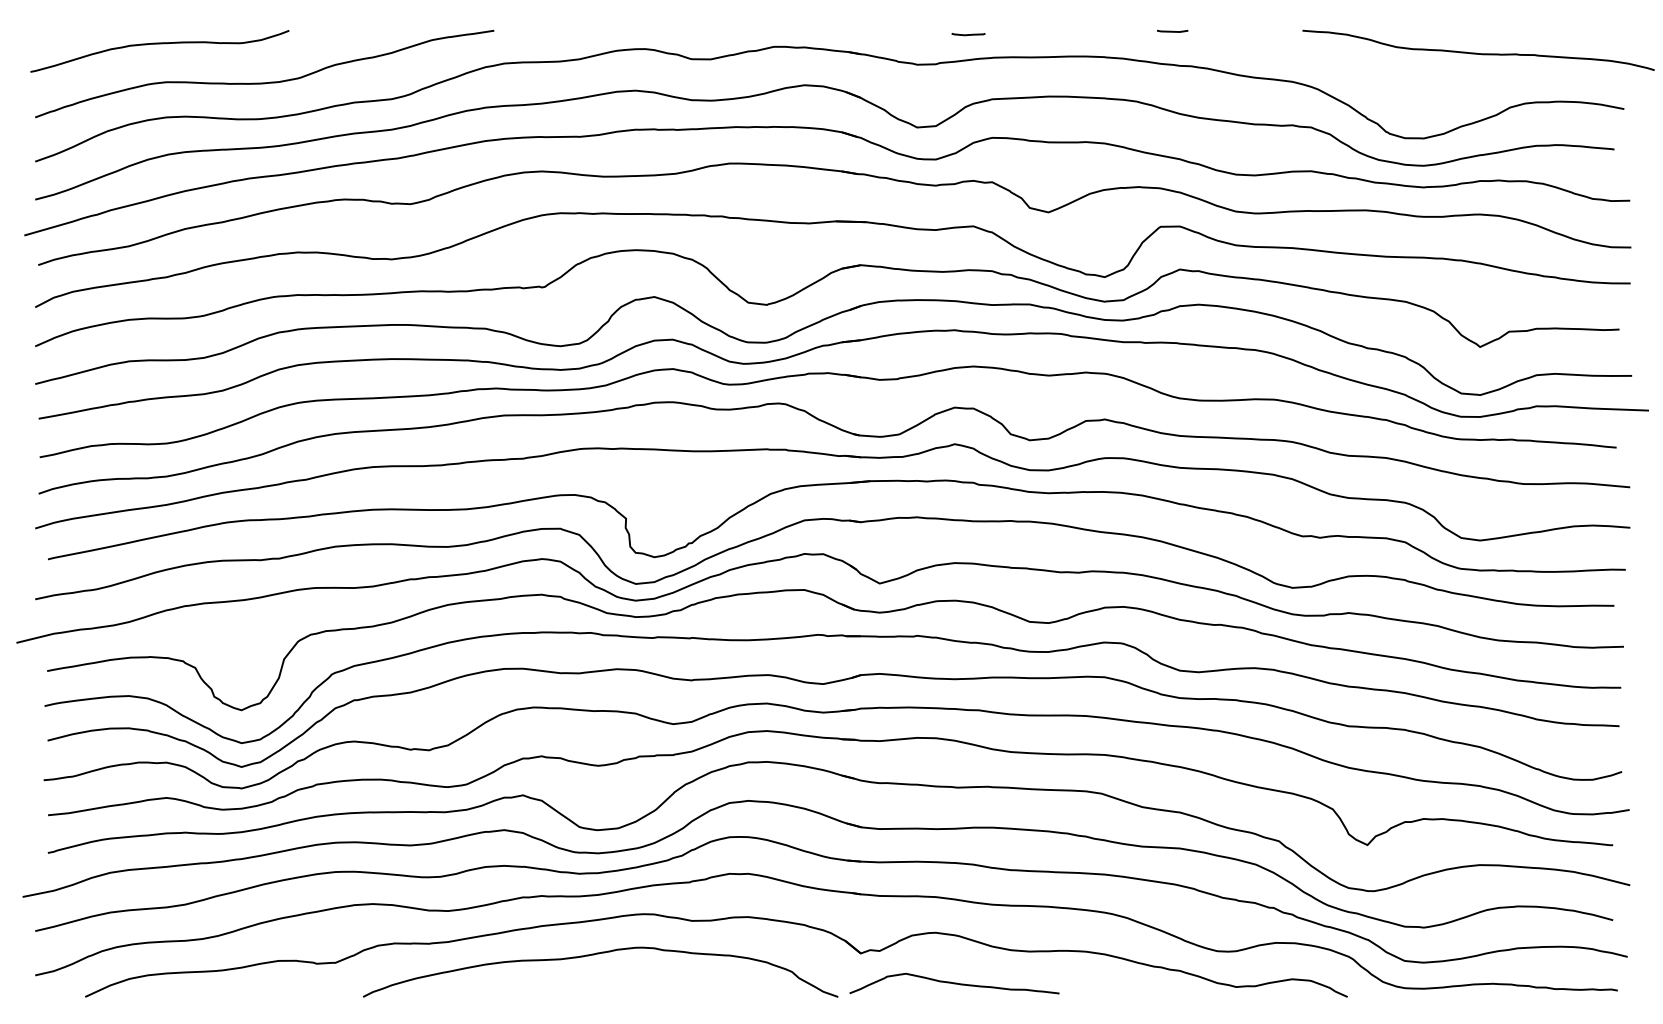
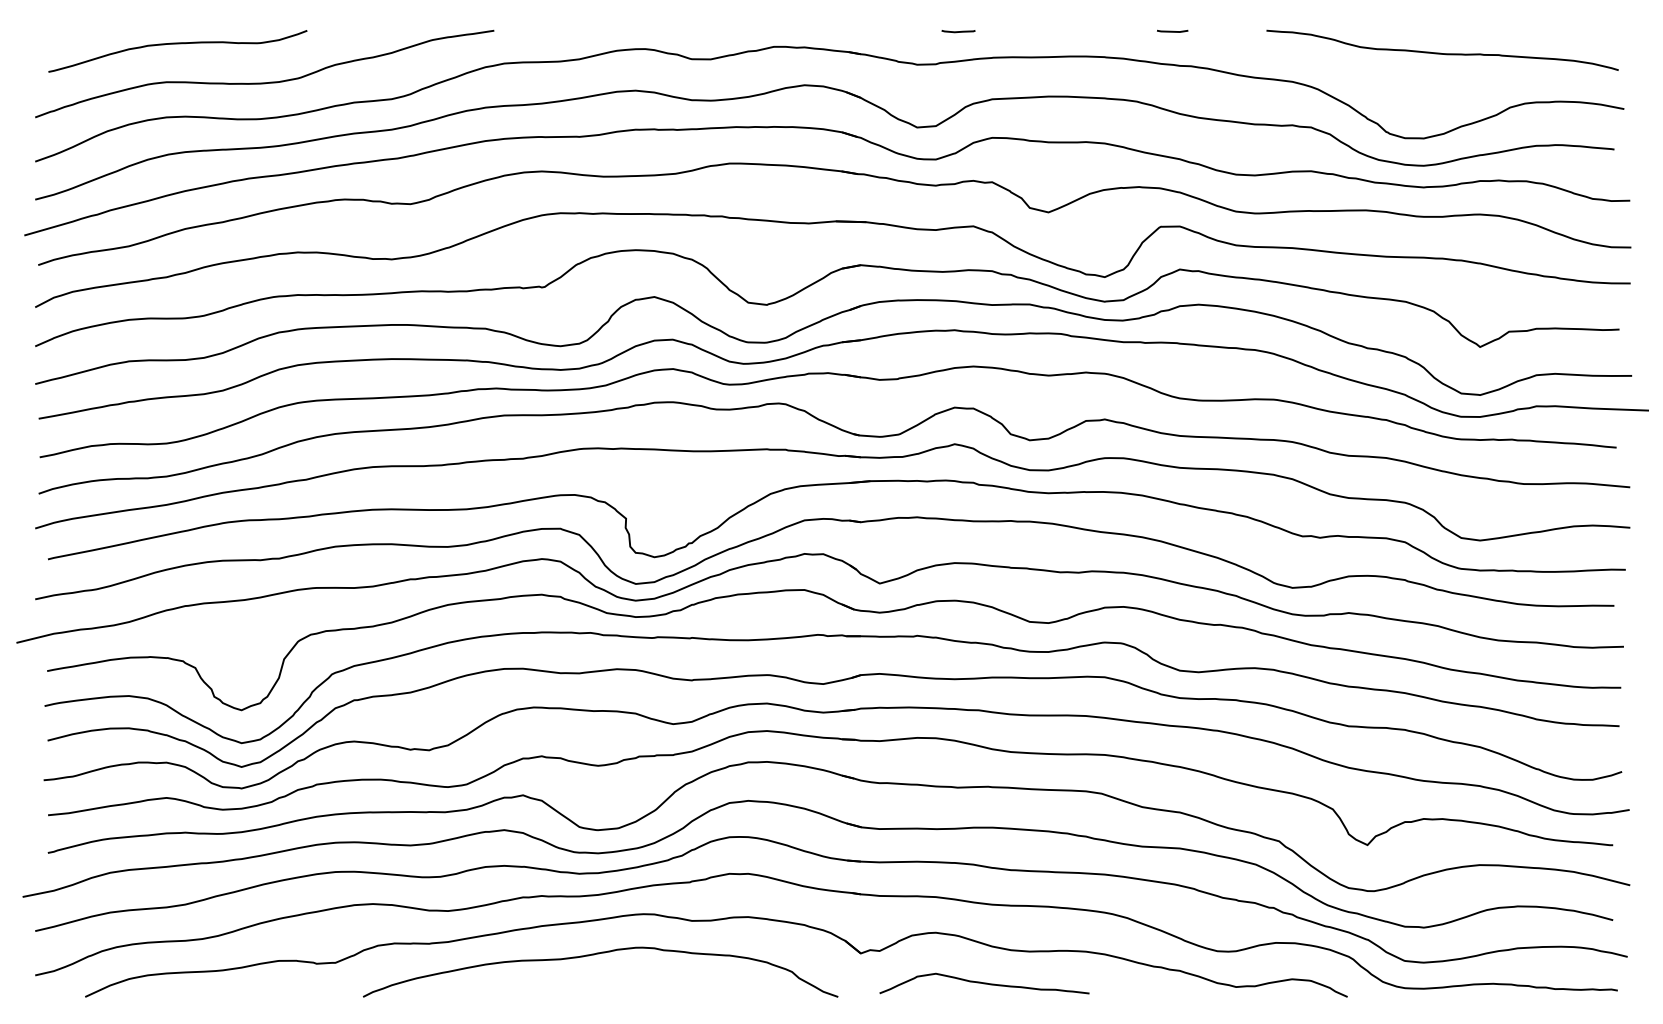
line at (968, 34) position: (968, 34) -> (958, 31)
curve at (159, 44) position: (159, 44) -> (177, 44)
curve at (1476, 52) position: (1476, 52) -> (1440, 52)
curve at (954, 983) position: (954, 983) -> (984, 983)
